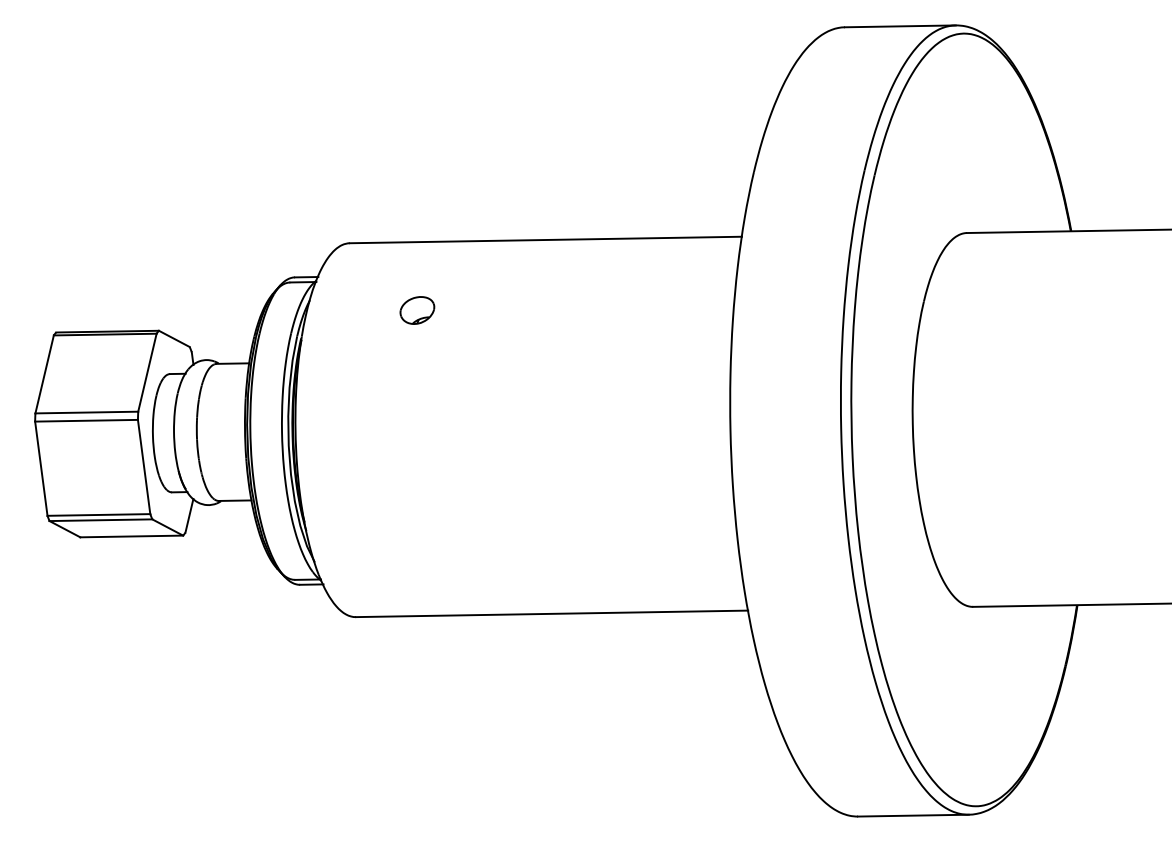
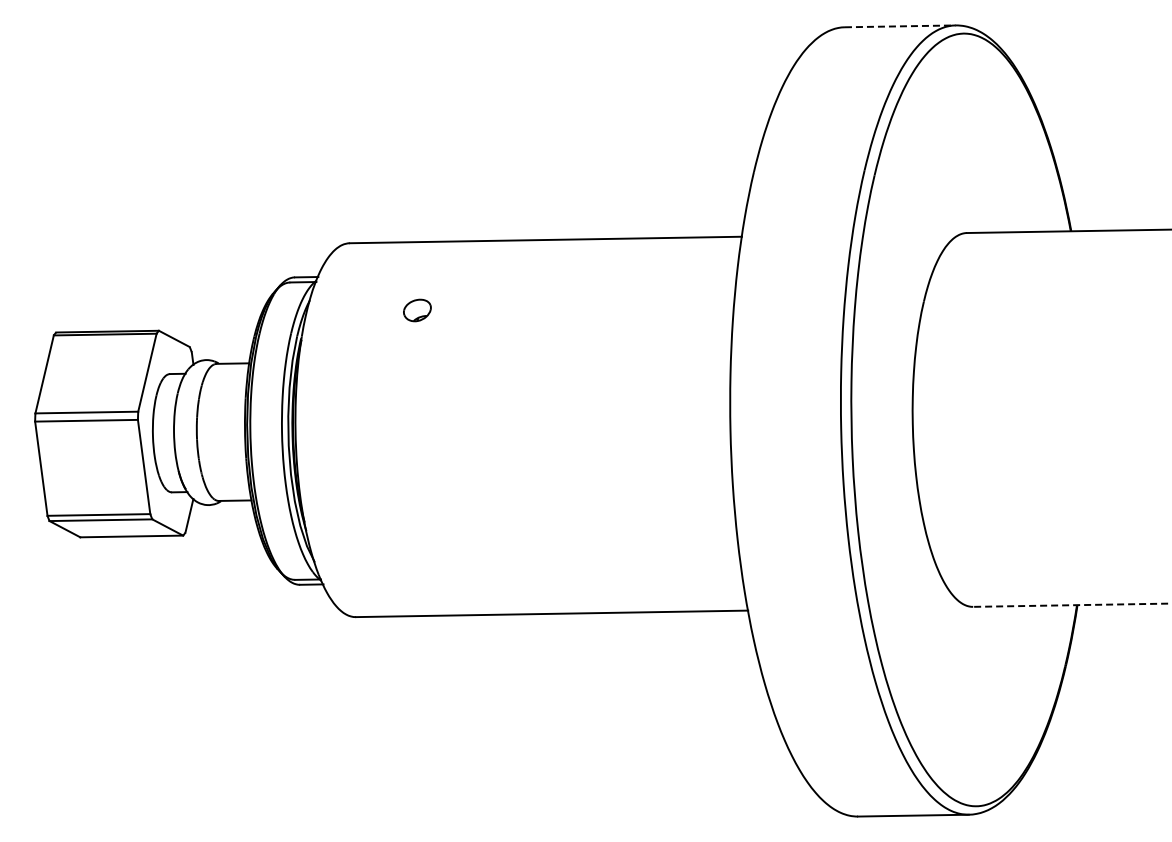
line at (900, 26): solid -> dashed
part at (417, 310) size: 37x29 px -> 29x25 px
line at (1072, 605): solid -> dashed
